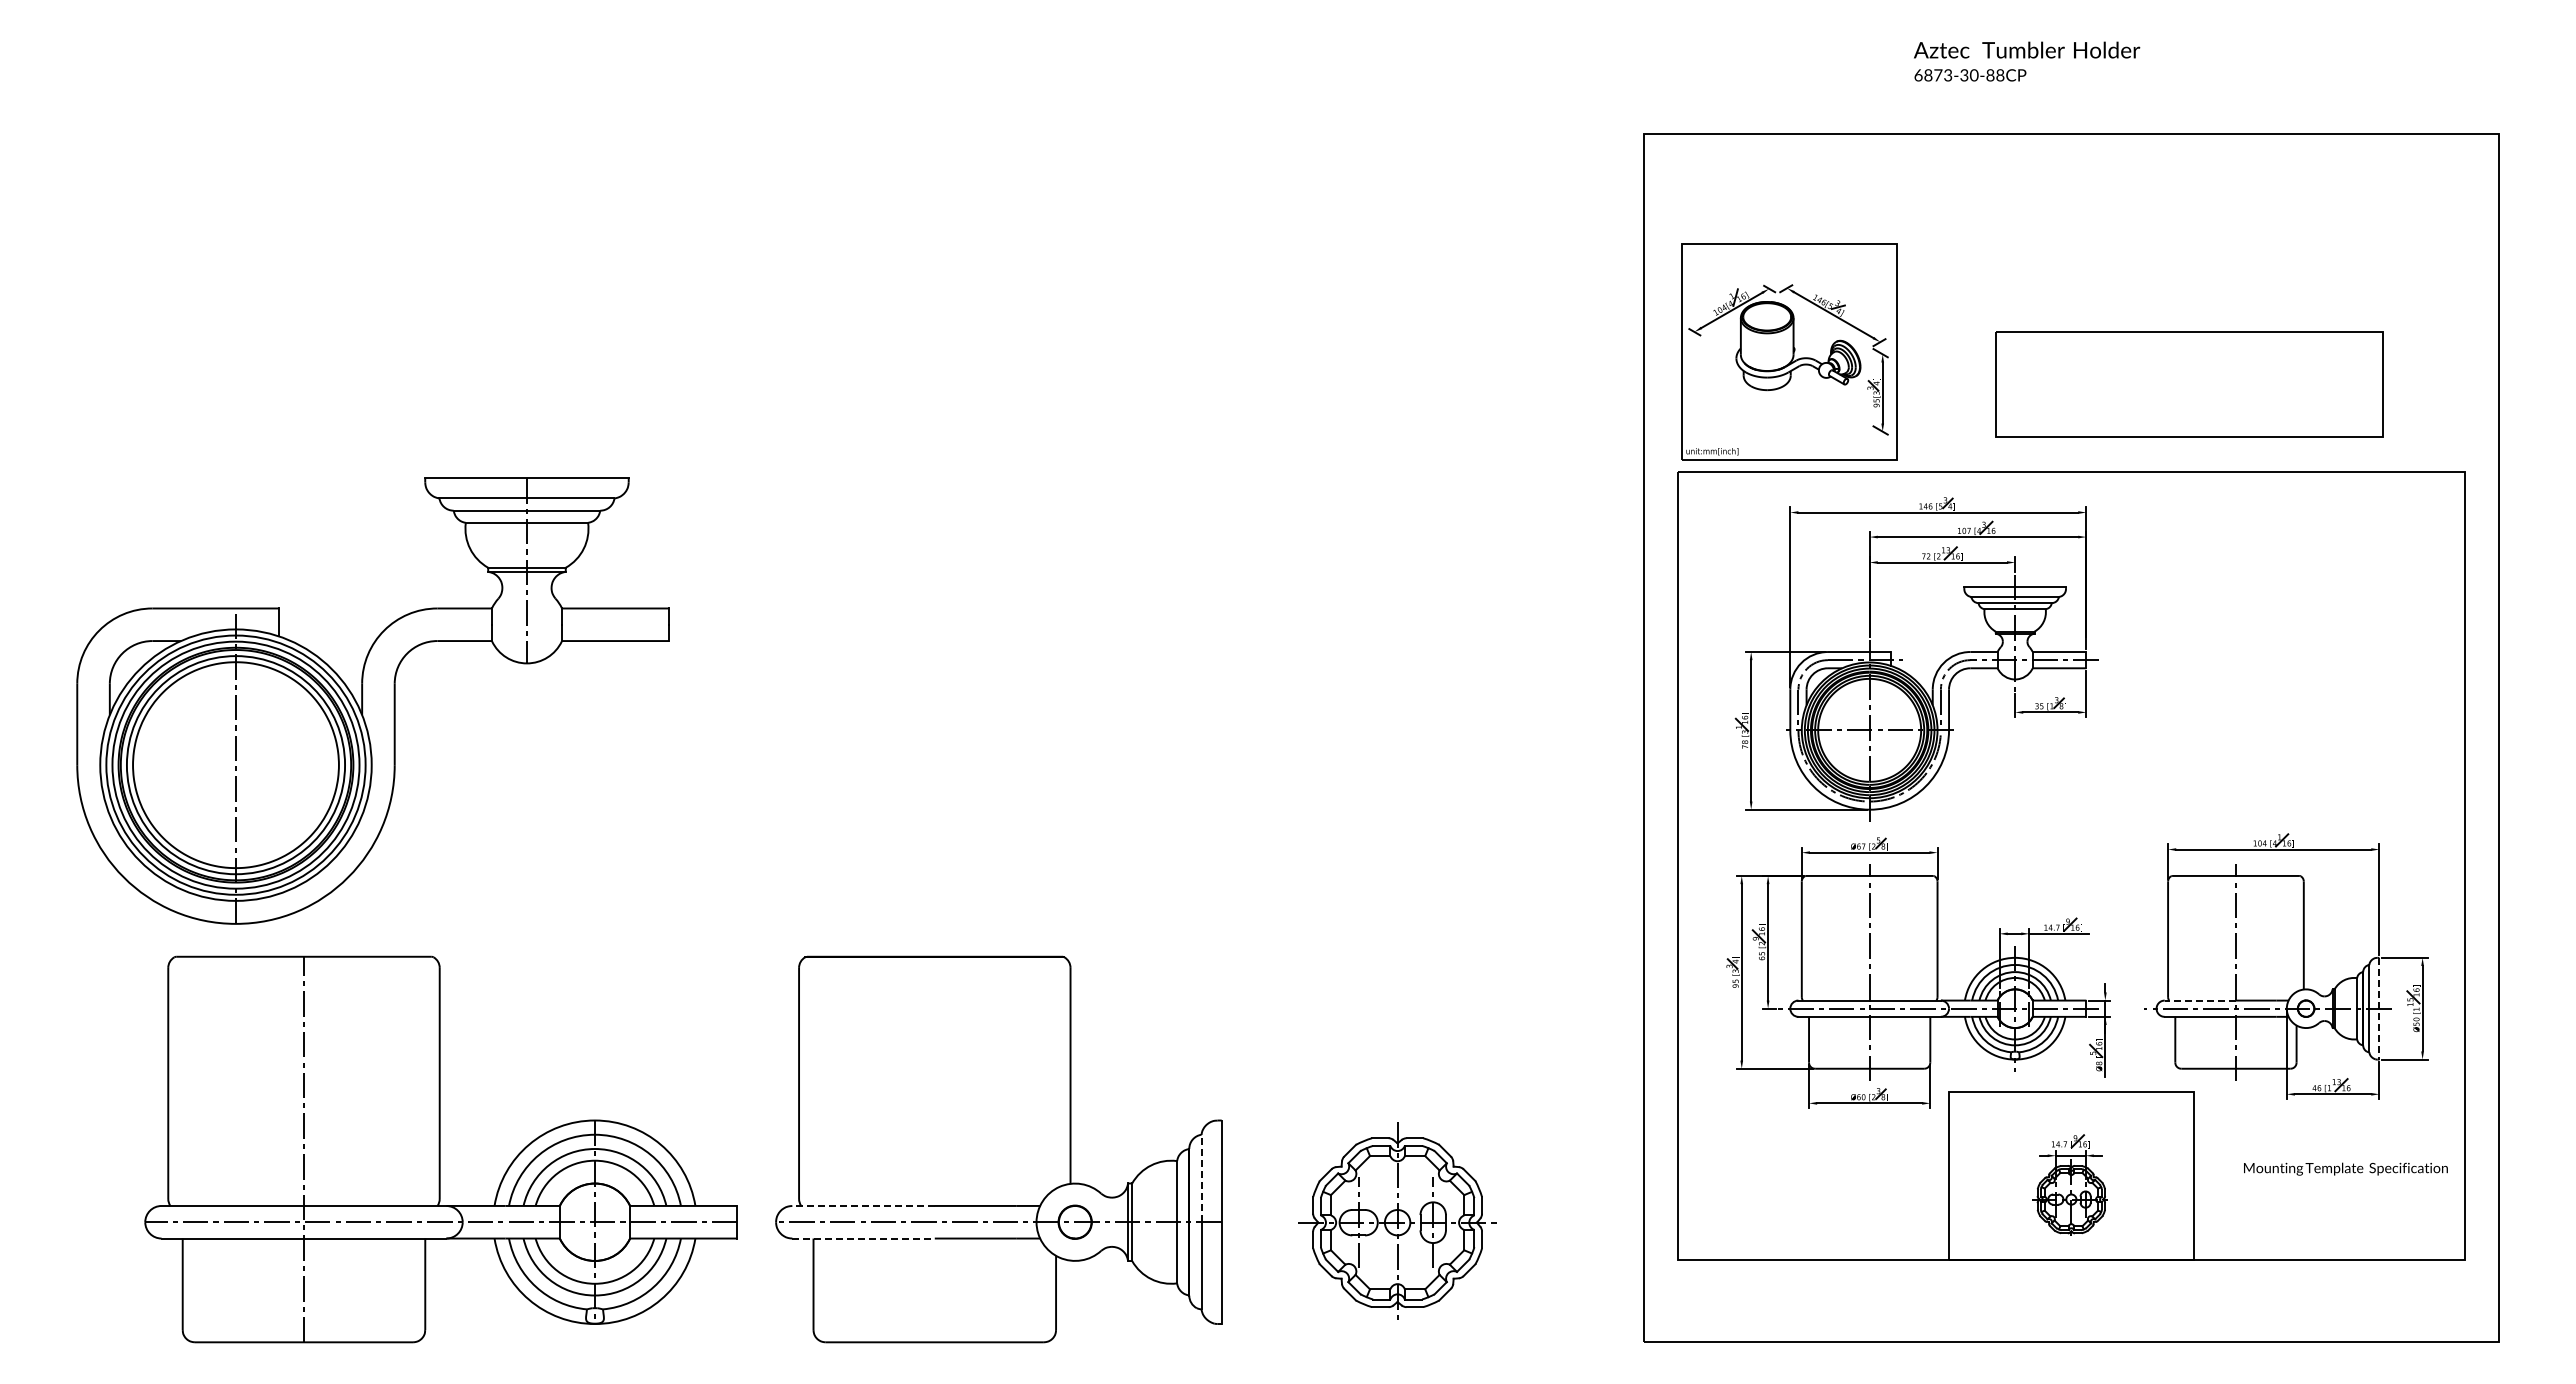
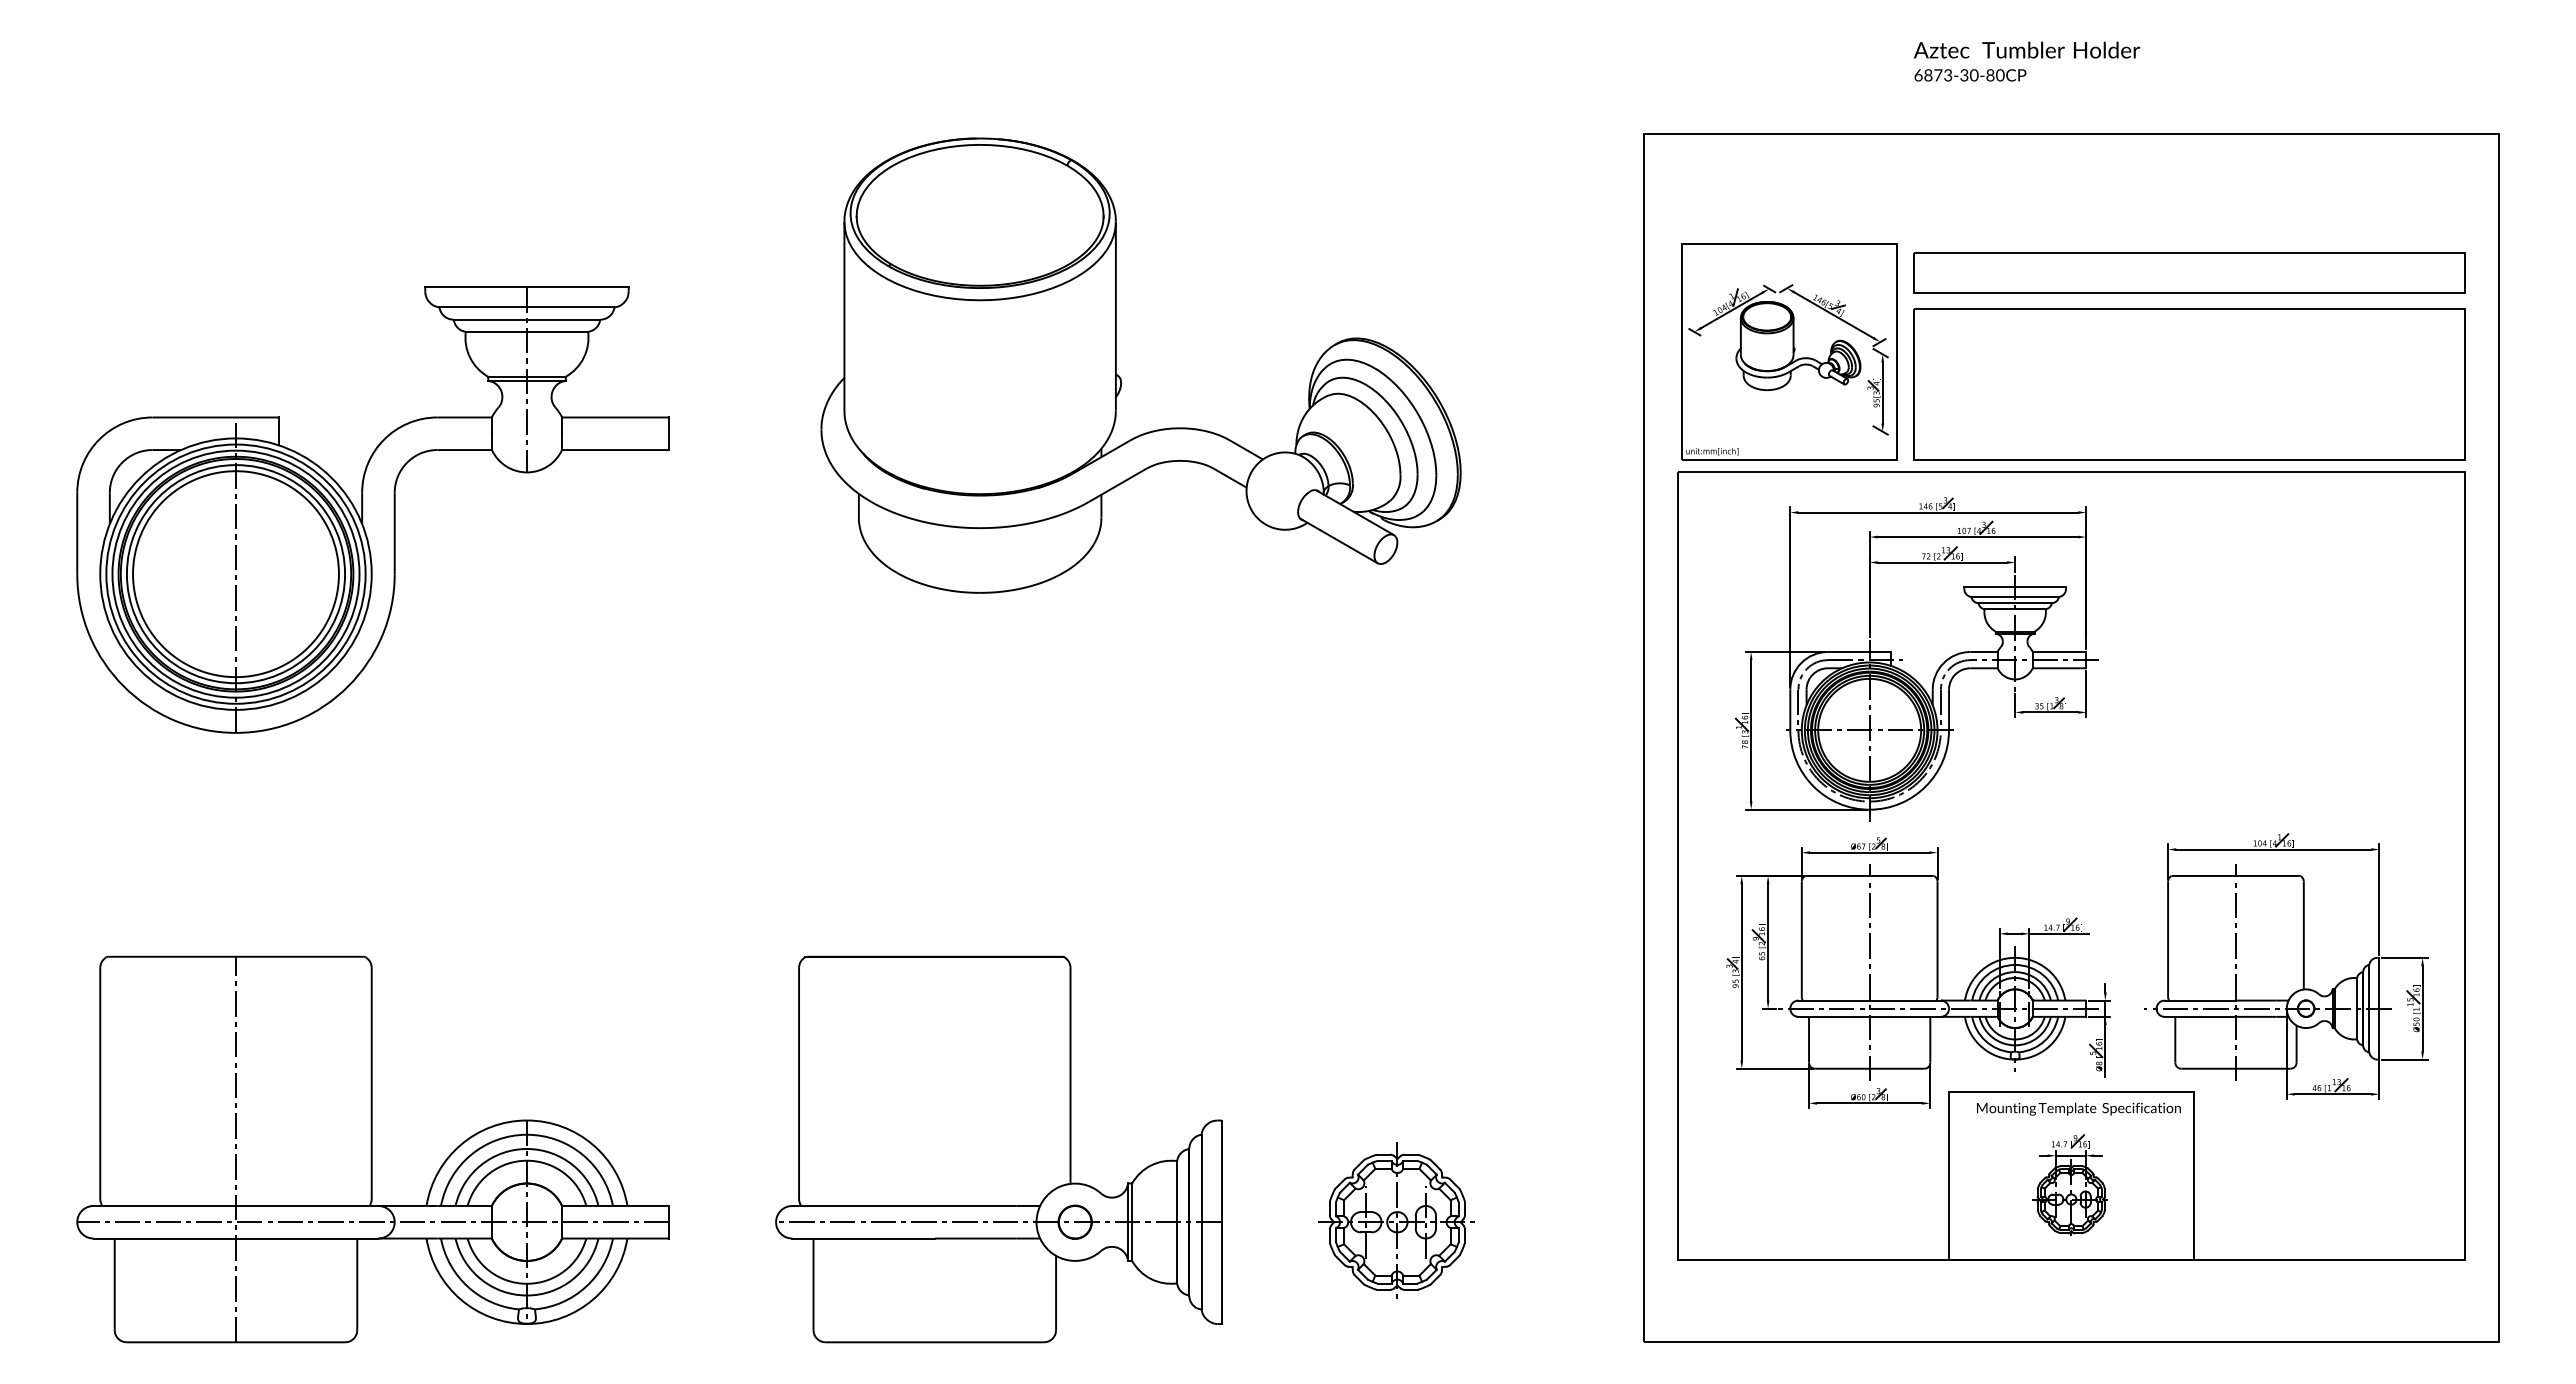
text at (2000, 75): 6873-30-88CP -> 6873-30-80CP
part at (2189, 272): none -> present
part at (1120, 376): none -> present
part at (2189, 384) size: 389x107 px -> 553x153 px
part at (372, 700) position: (372, 700) -> (372, 509)
line at (2200, 1000): dashed -> solid
line at (2379, 1008): dashed -> solid
part at (440, 1149) position: (440, 1149) -> (372, 1149)
text at (2345, 1168) position: (2345, 1168) -> (2078, 1108)
line at (1201, 1178): dashed -> solid
line at (863, 1205): dashed -> solid
part at (1397, 1220) size: 199x198 px -> 157x157 px
line at (864, 1238): dashed -> solid
